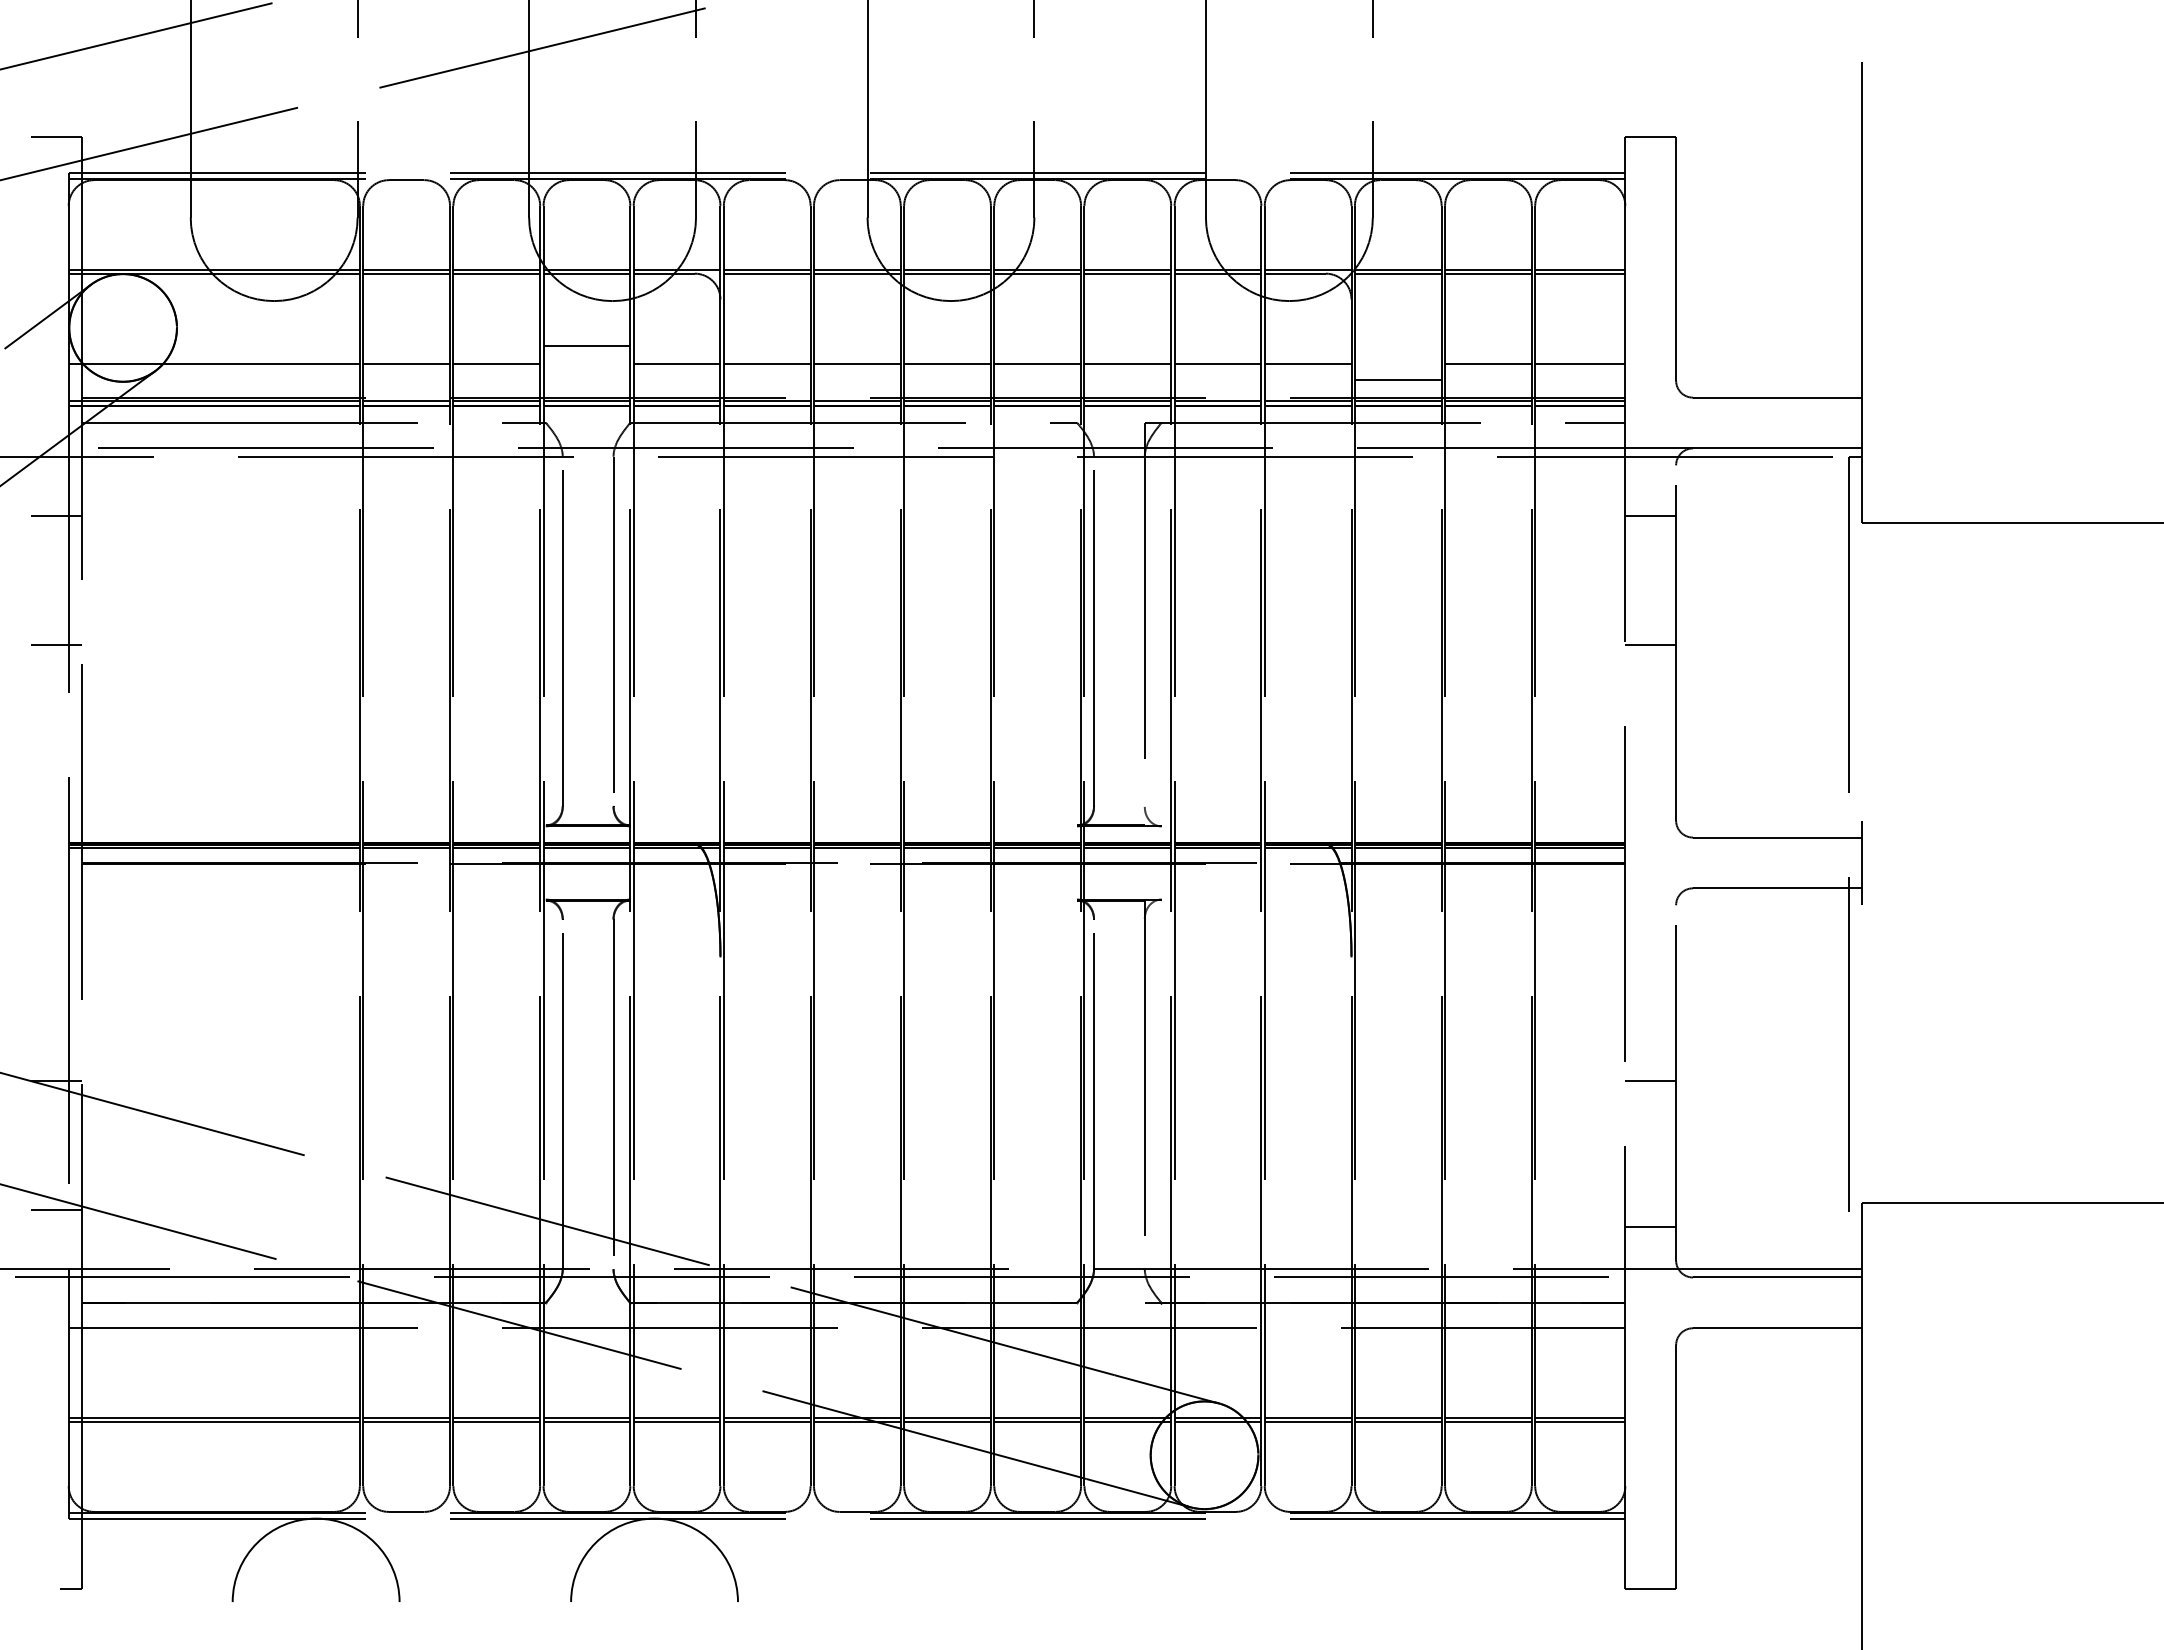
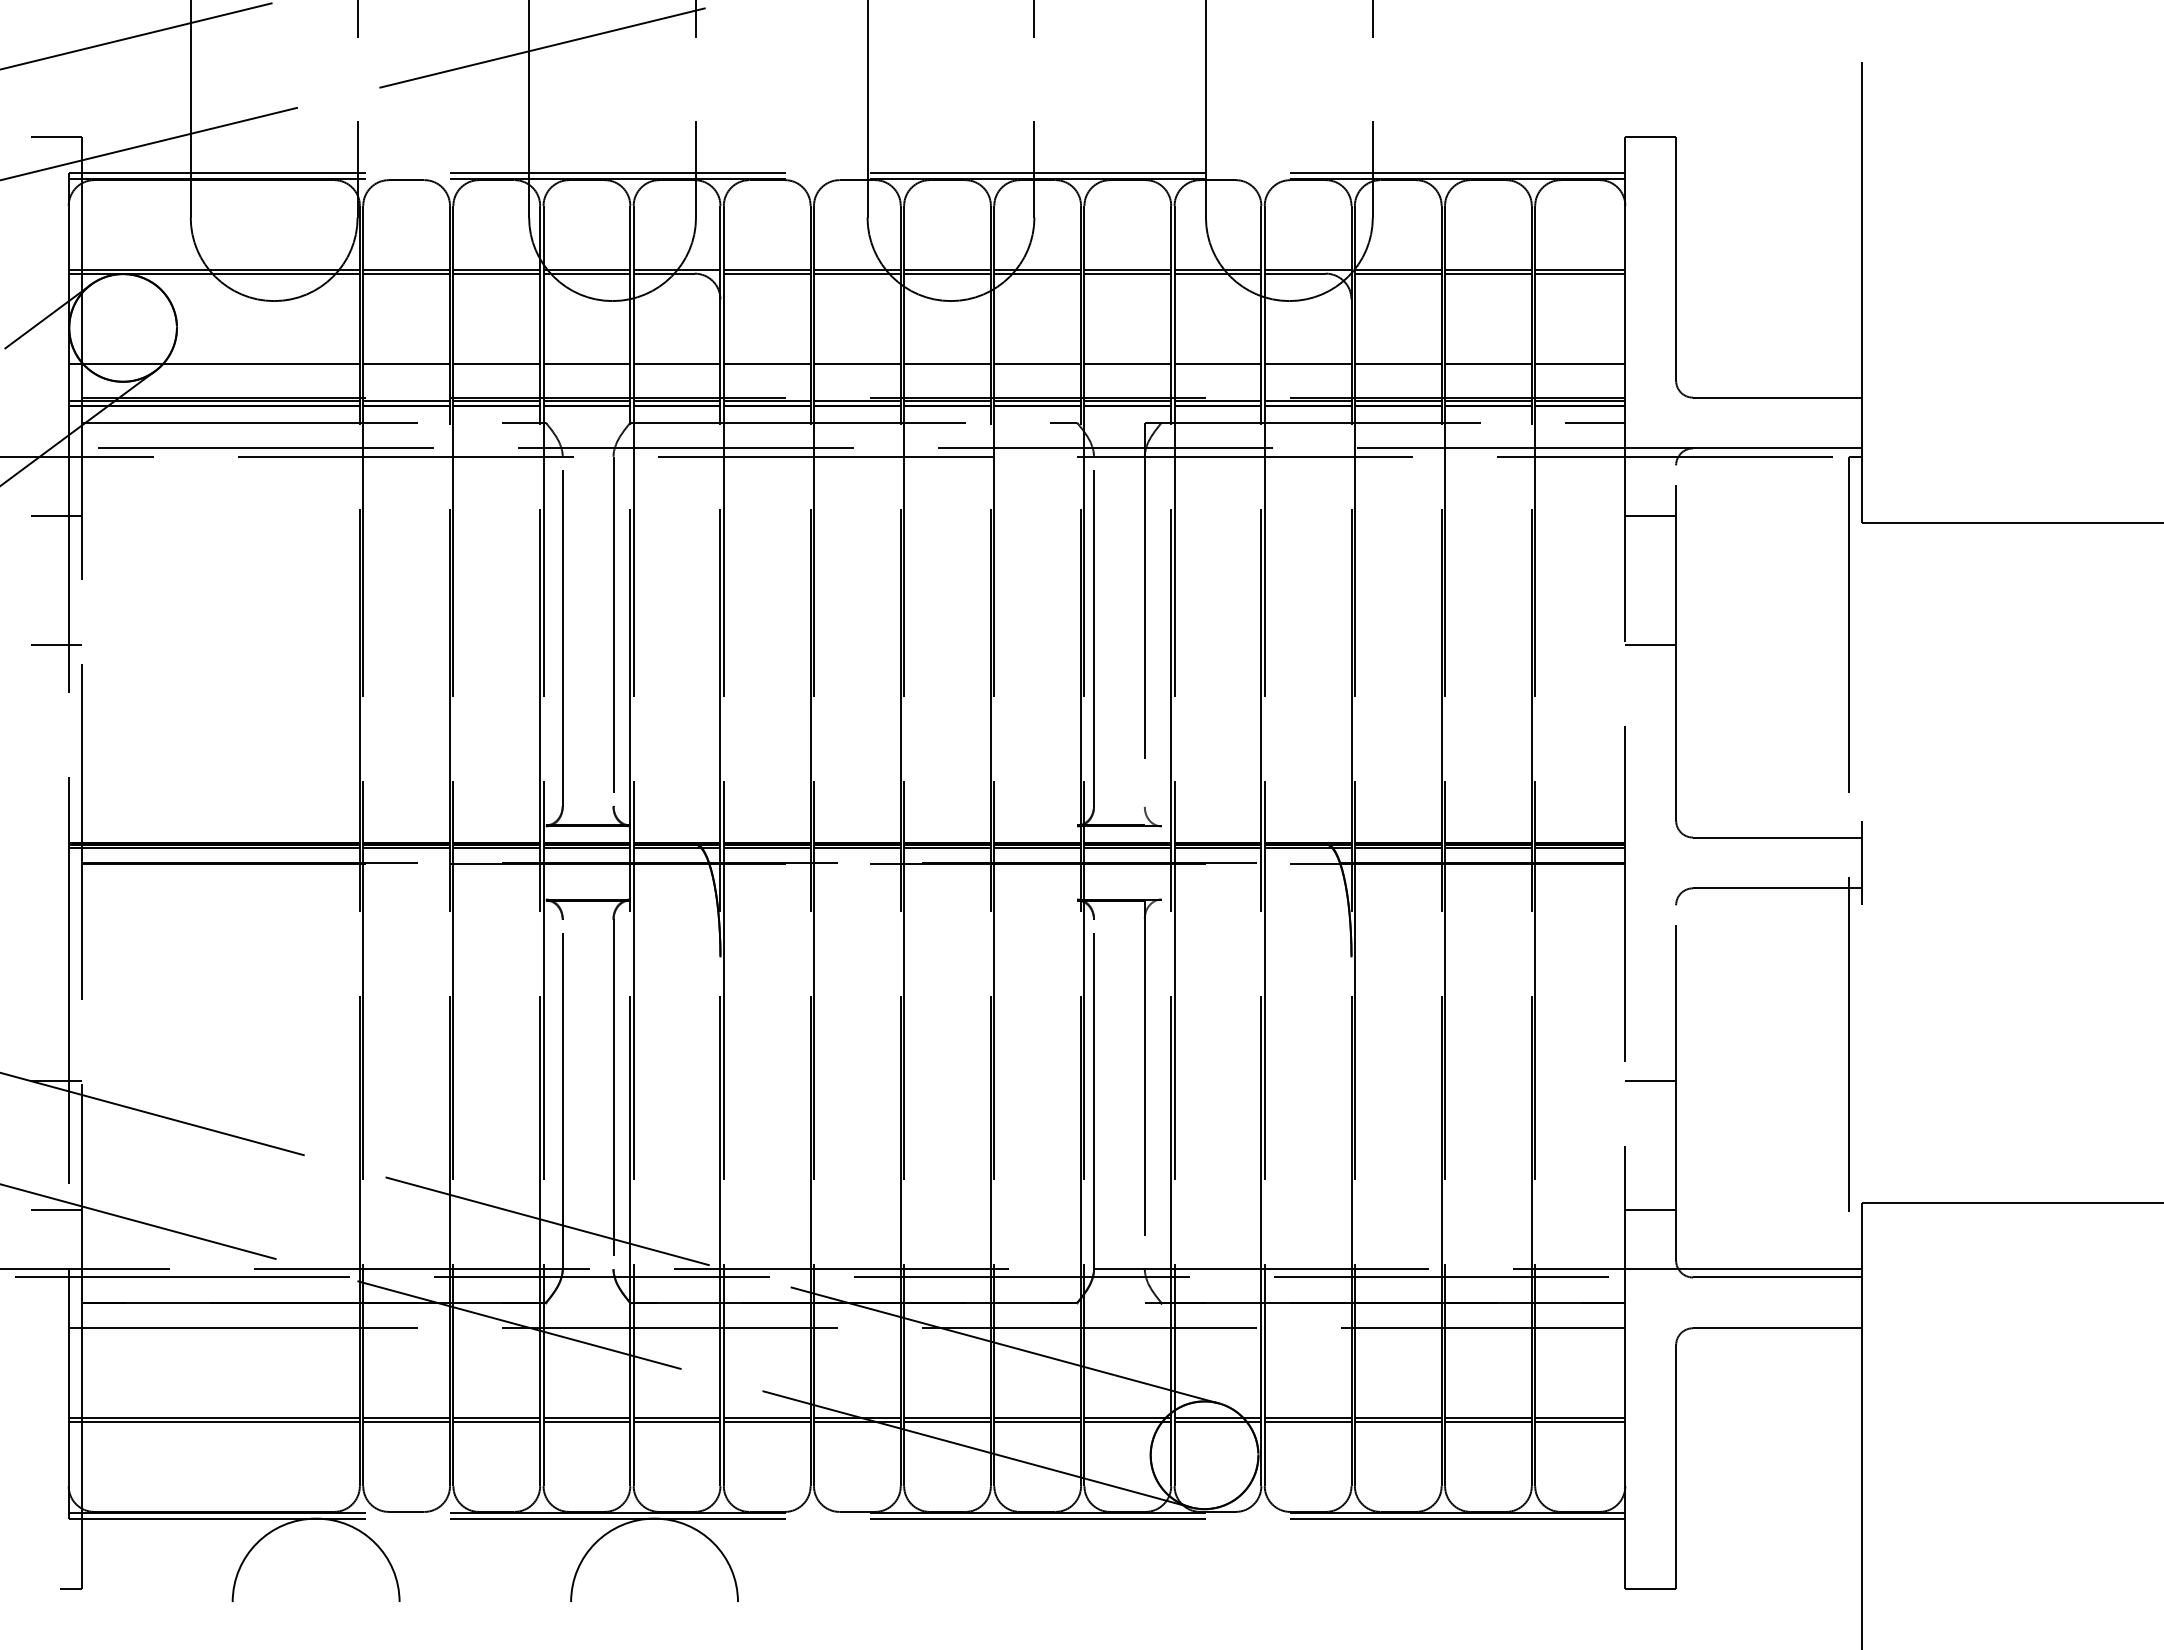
line at (586, 345) position: (586, 345) -> (586, 363)
line at (1397, 379) position: (1397, 379) -> (1397, 363)
line at (1650, 1226) position: (1650, 1226) -> (1650, 1209)
